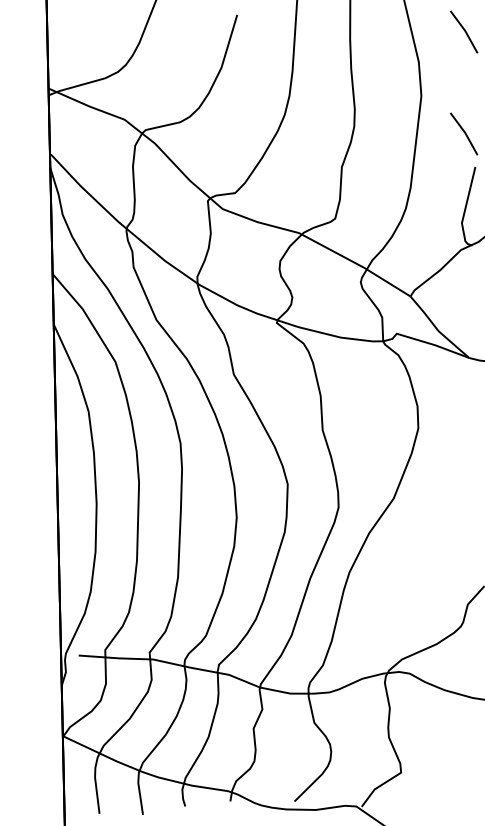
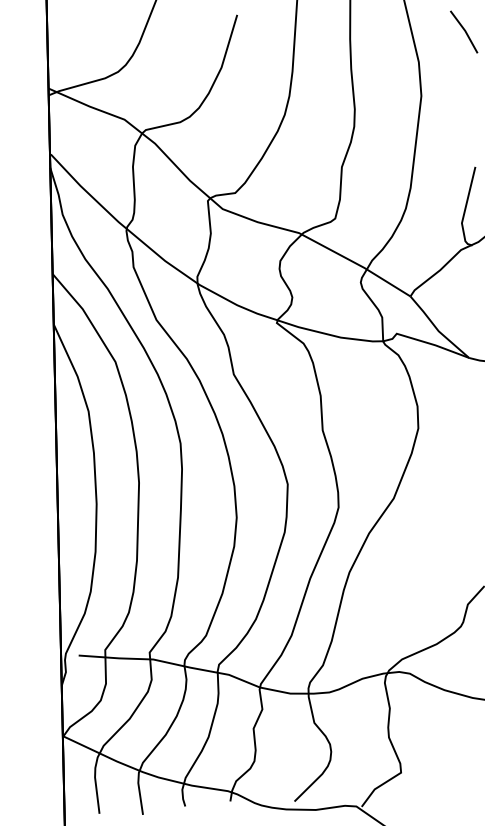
line at (464, 133): present -> none
